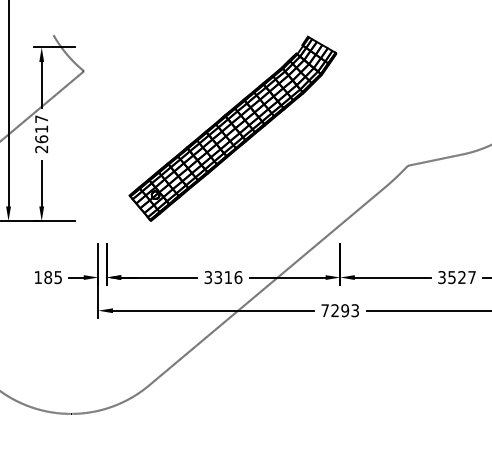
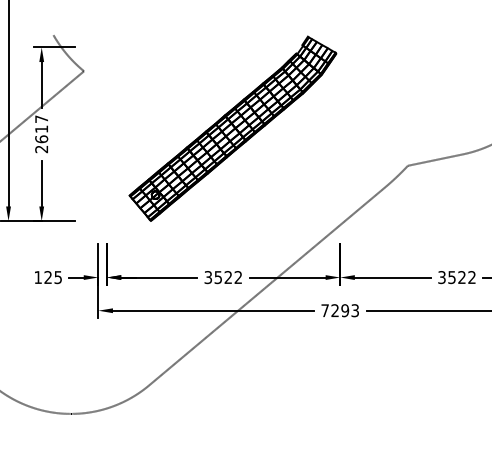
text at (48, 277): 185 -> 125
text at (228, 277): 3316 -> 3522
text at (471, 277): 3527 -> 3522
